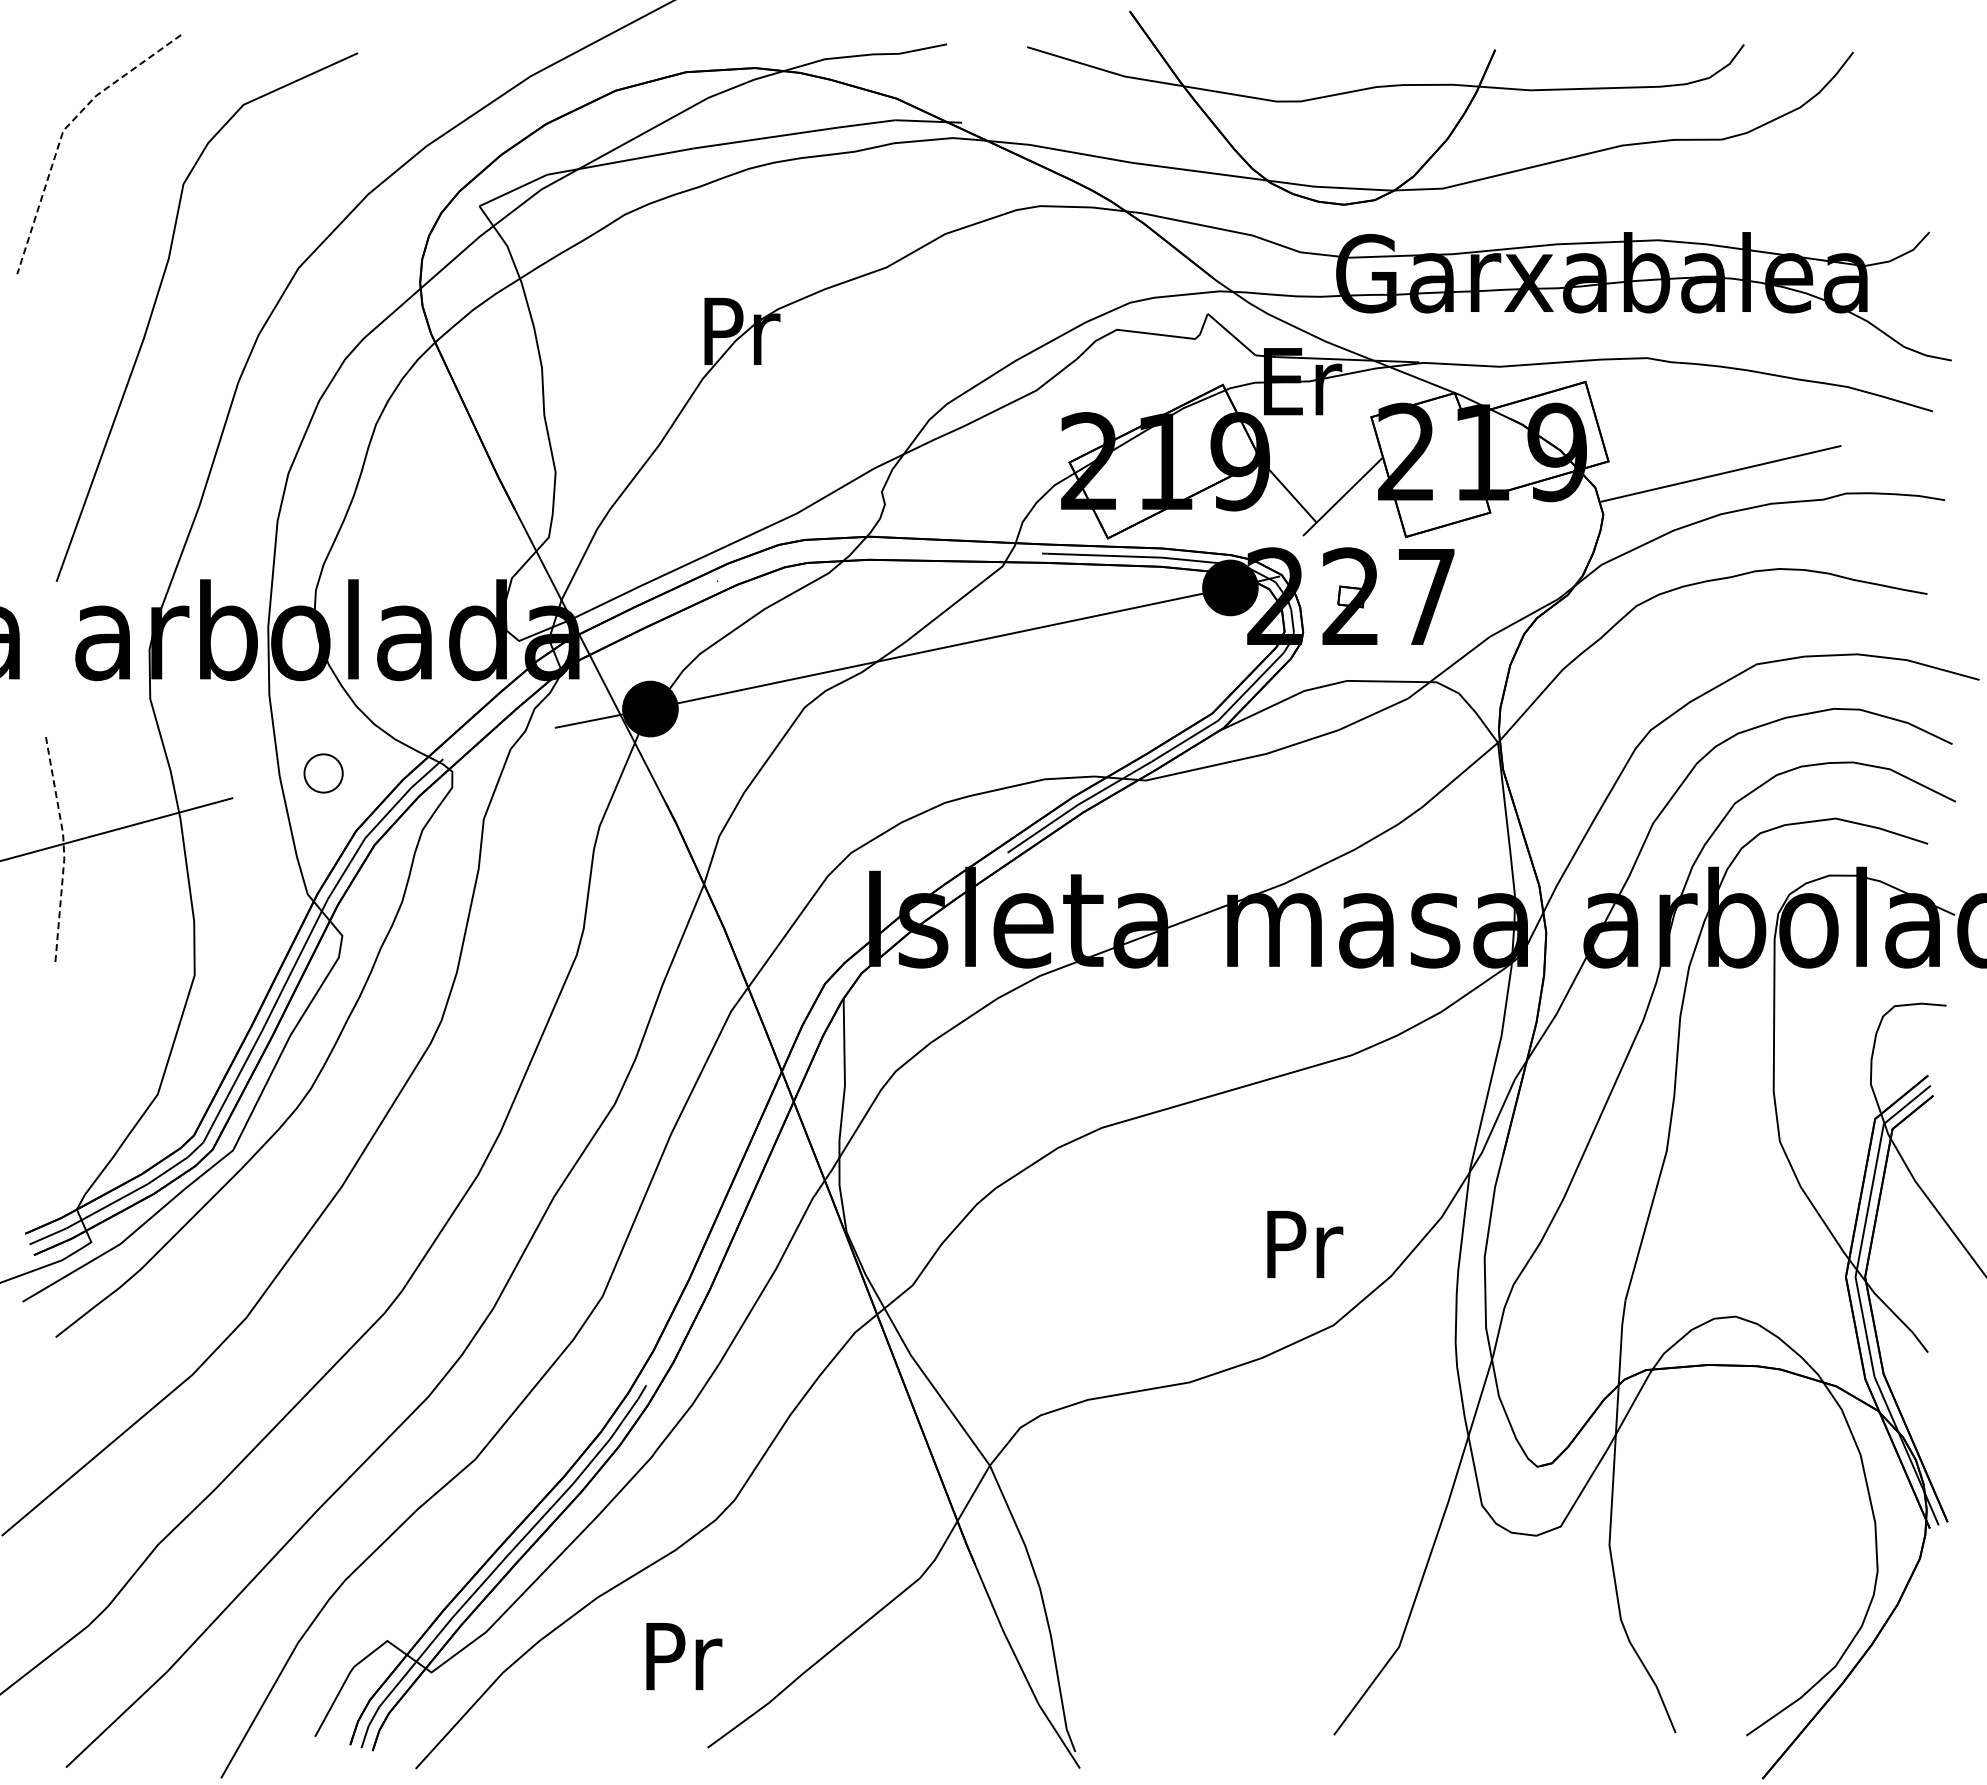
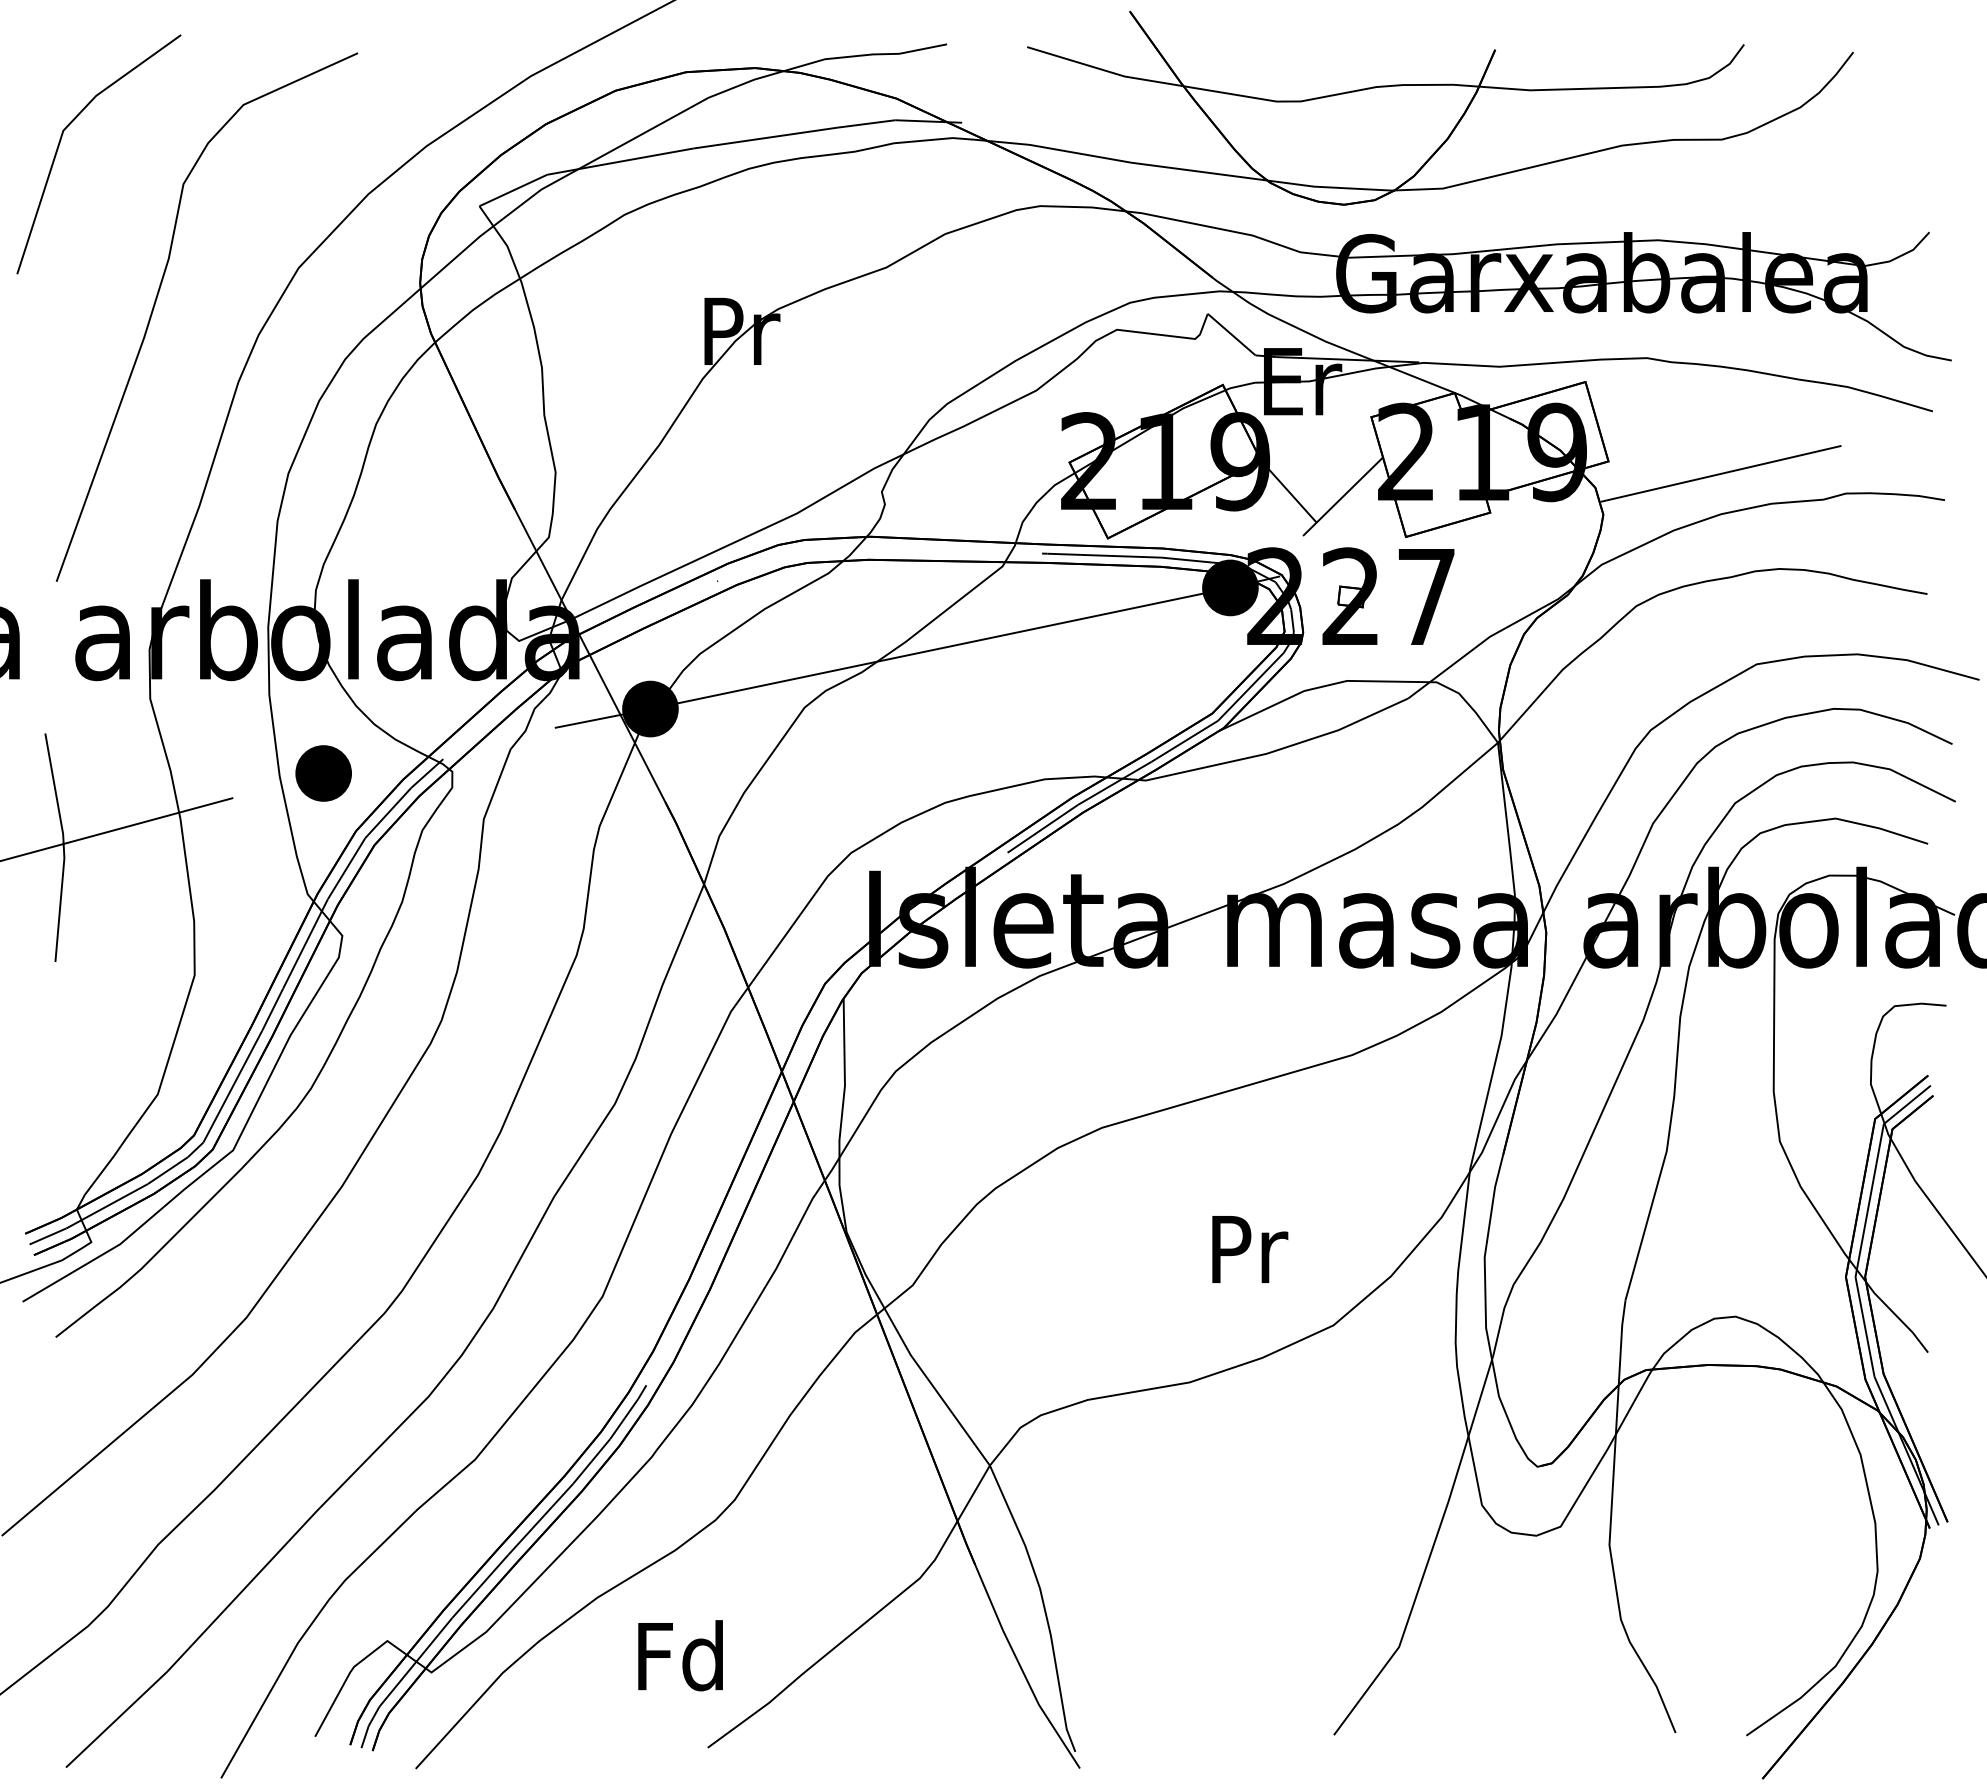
line at (64, 129): dashed -> solid
part at (323, 773) size: 41x41 px -> 57x57 px
line at (63, 846): dashed -> solid
text at (1305, 1244) position: (1305, 1244) -> (1250, 1249)
text at (680, 1655): Pr -> Fd
